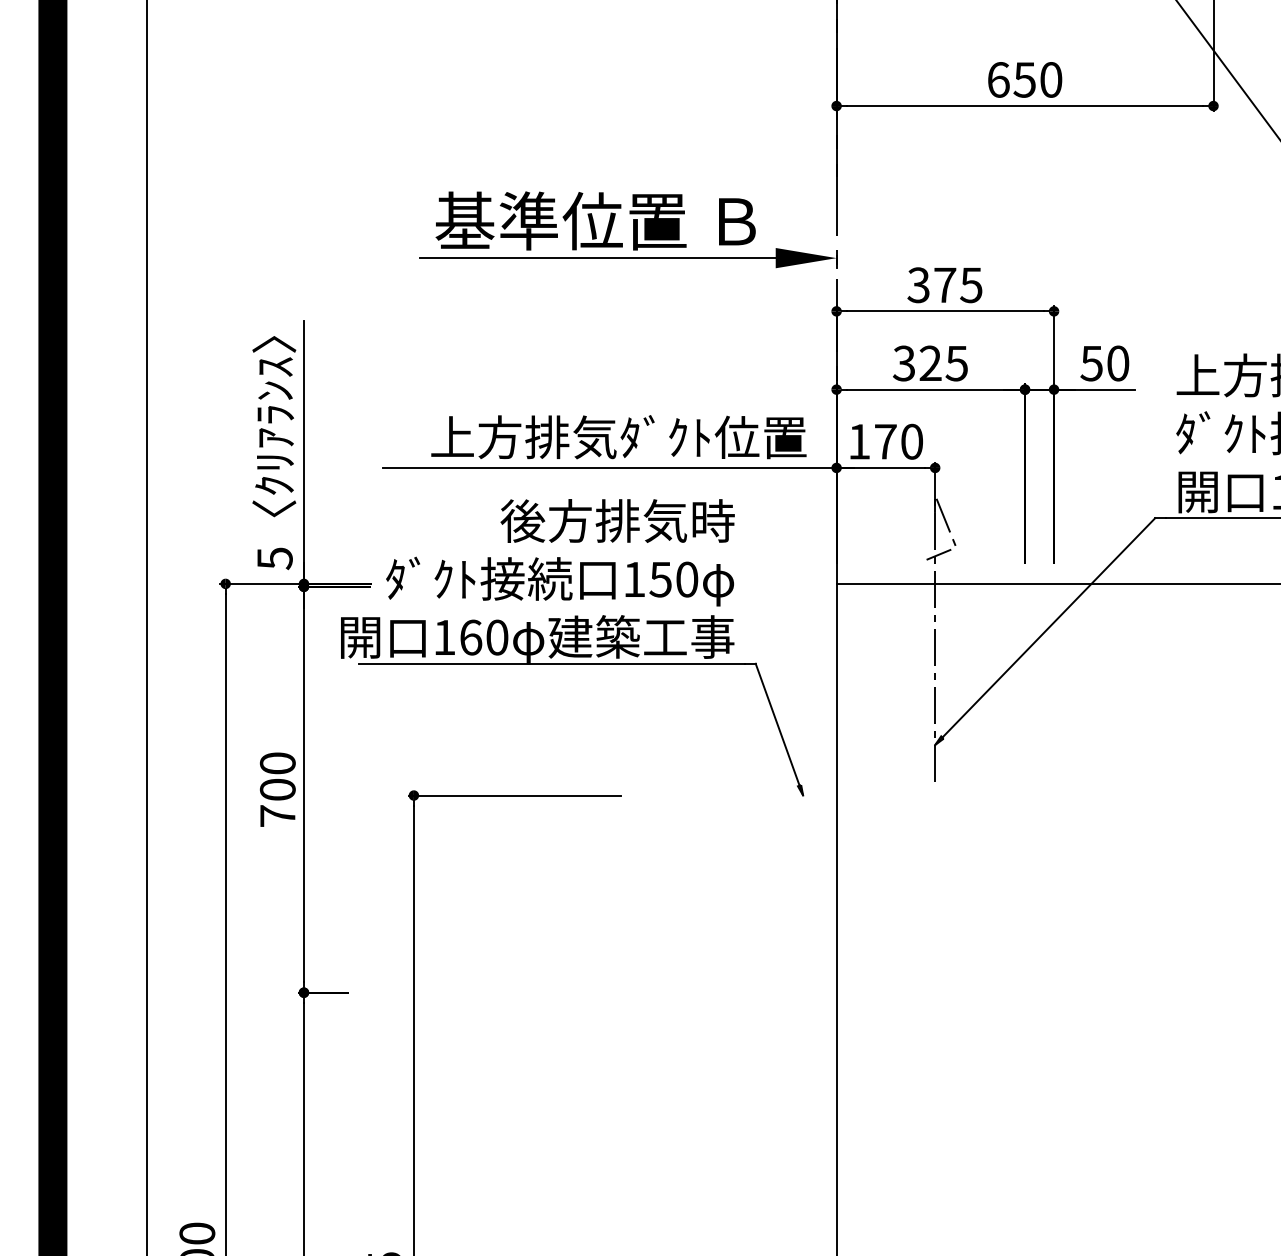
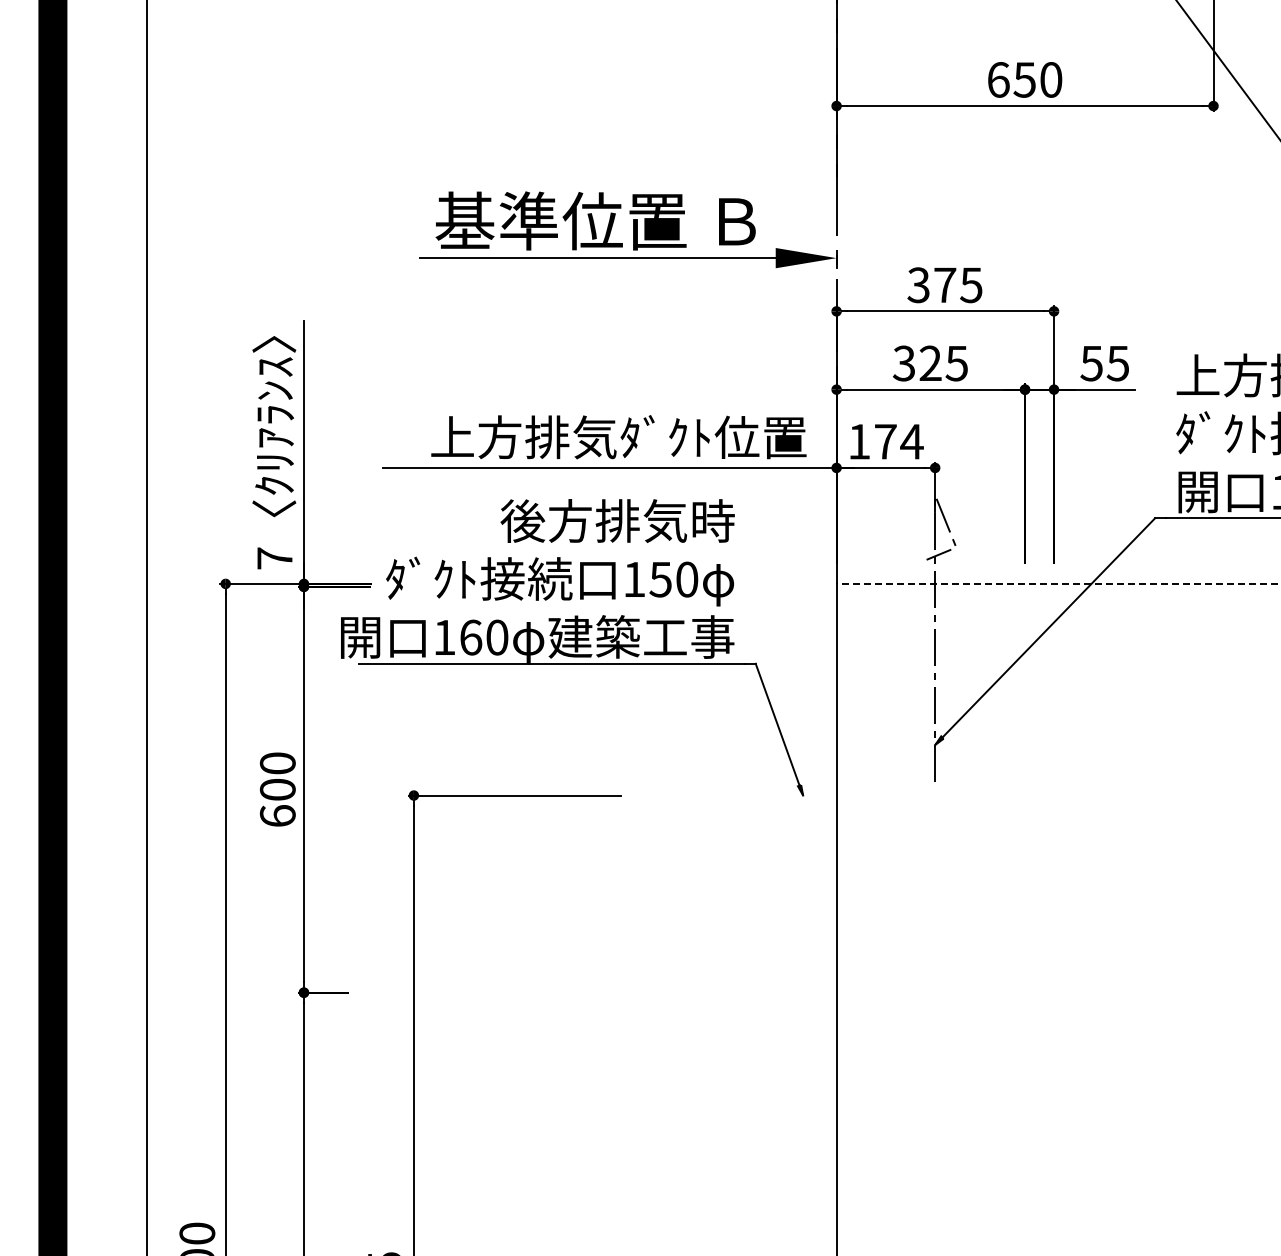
text at (1117, 363): 50 -> 55
text at (911, 441): 170 -> 174
text at (274, 558): 5 -> 7
line at (1058, 583): solid -> dashed
text at (277, 815): 700 -> 600
